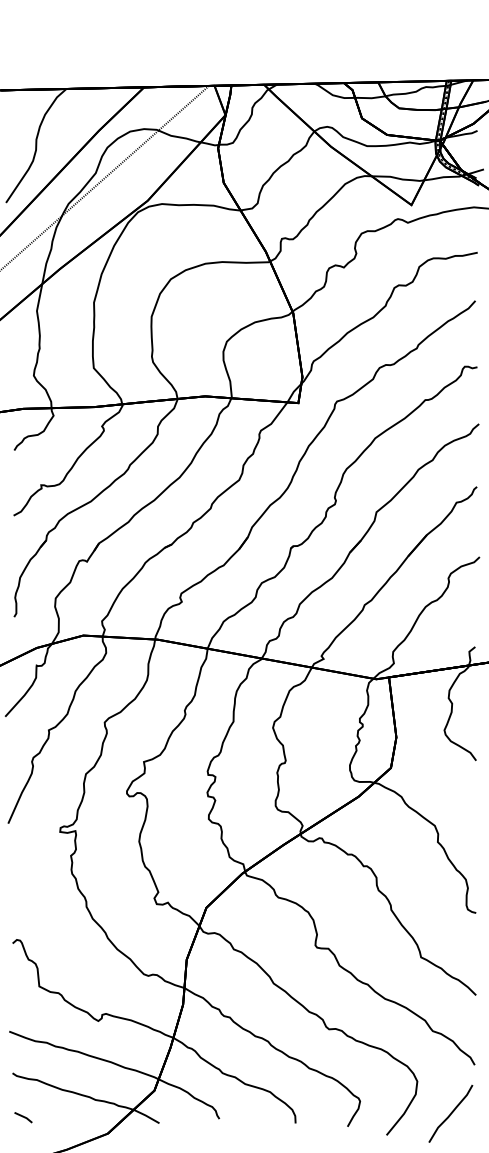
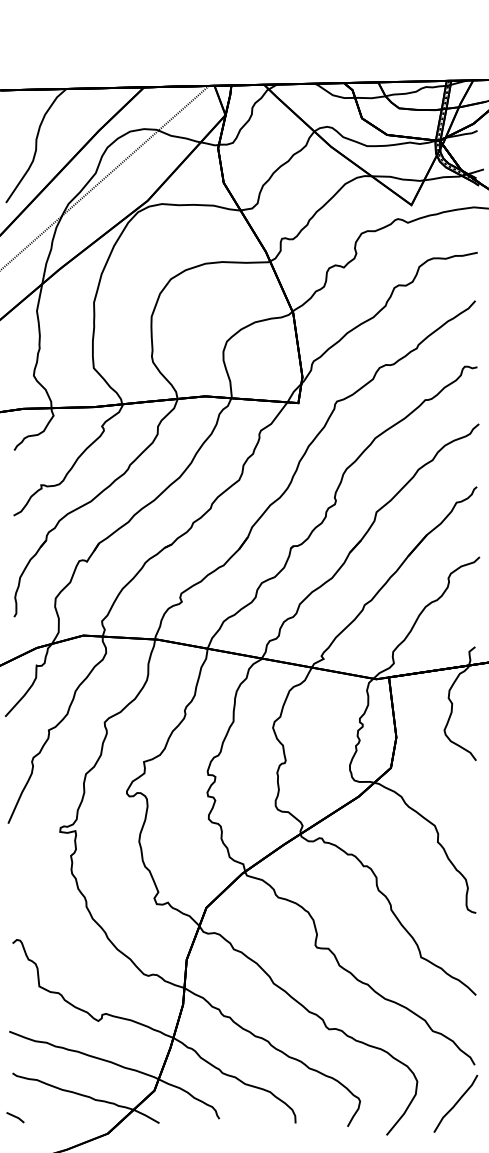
curve at (450, 1113) position: (450, 1113) -> (455, 1103)
line at (23, 1117) position: (23, 1117) -> (15, 1117)
